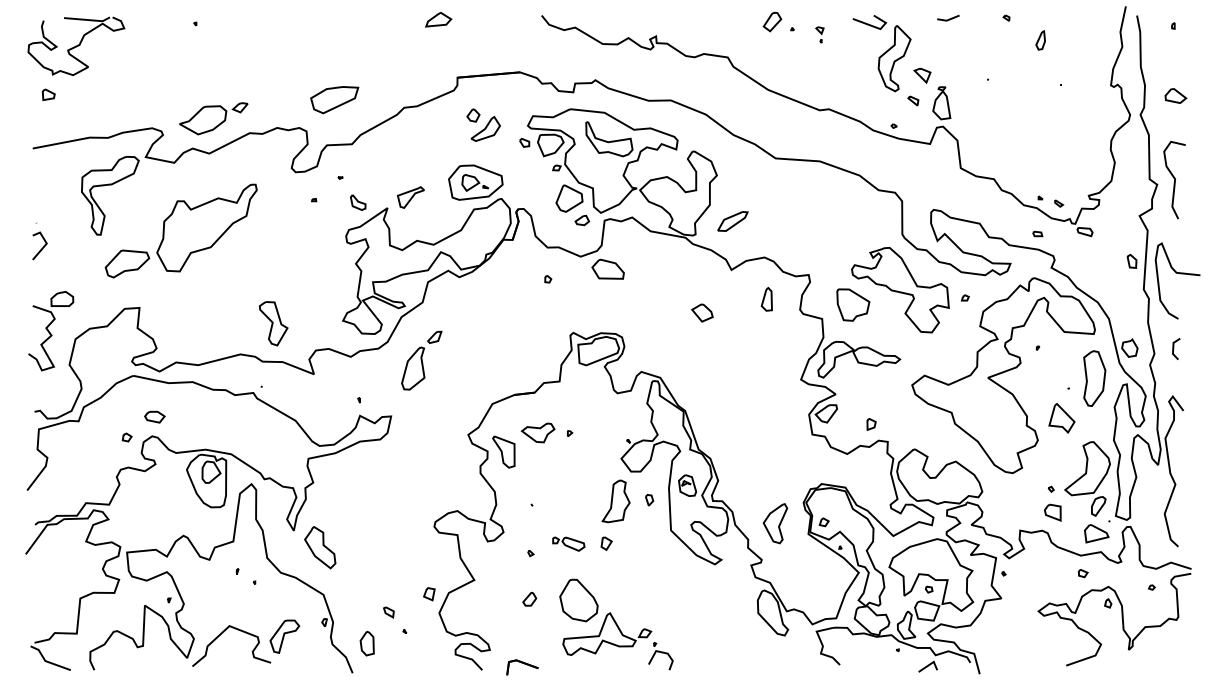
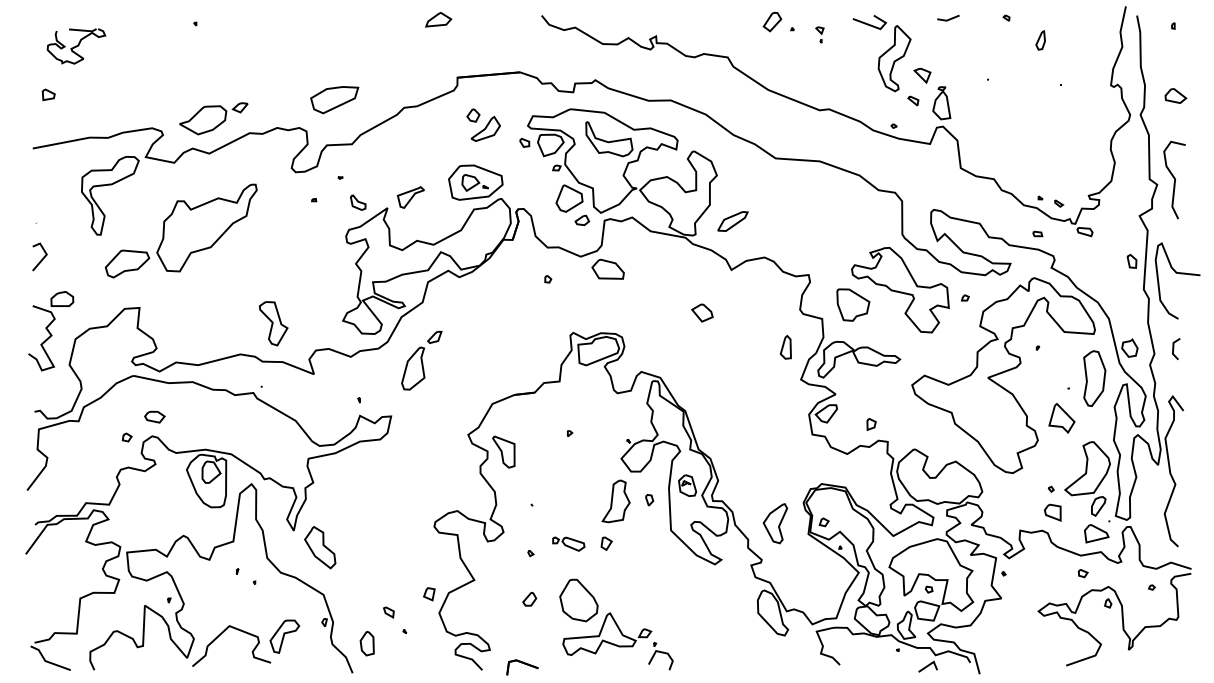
part at (76, 46) size: 99x61 px -> 61x37 px
line at (42, 247) position: (42, 247) -> (42, 258)
part at (766, 298) position: (766, 298) -> (785, 346)
part at (537, 432): present -> none
